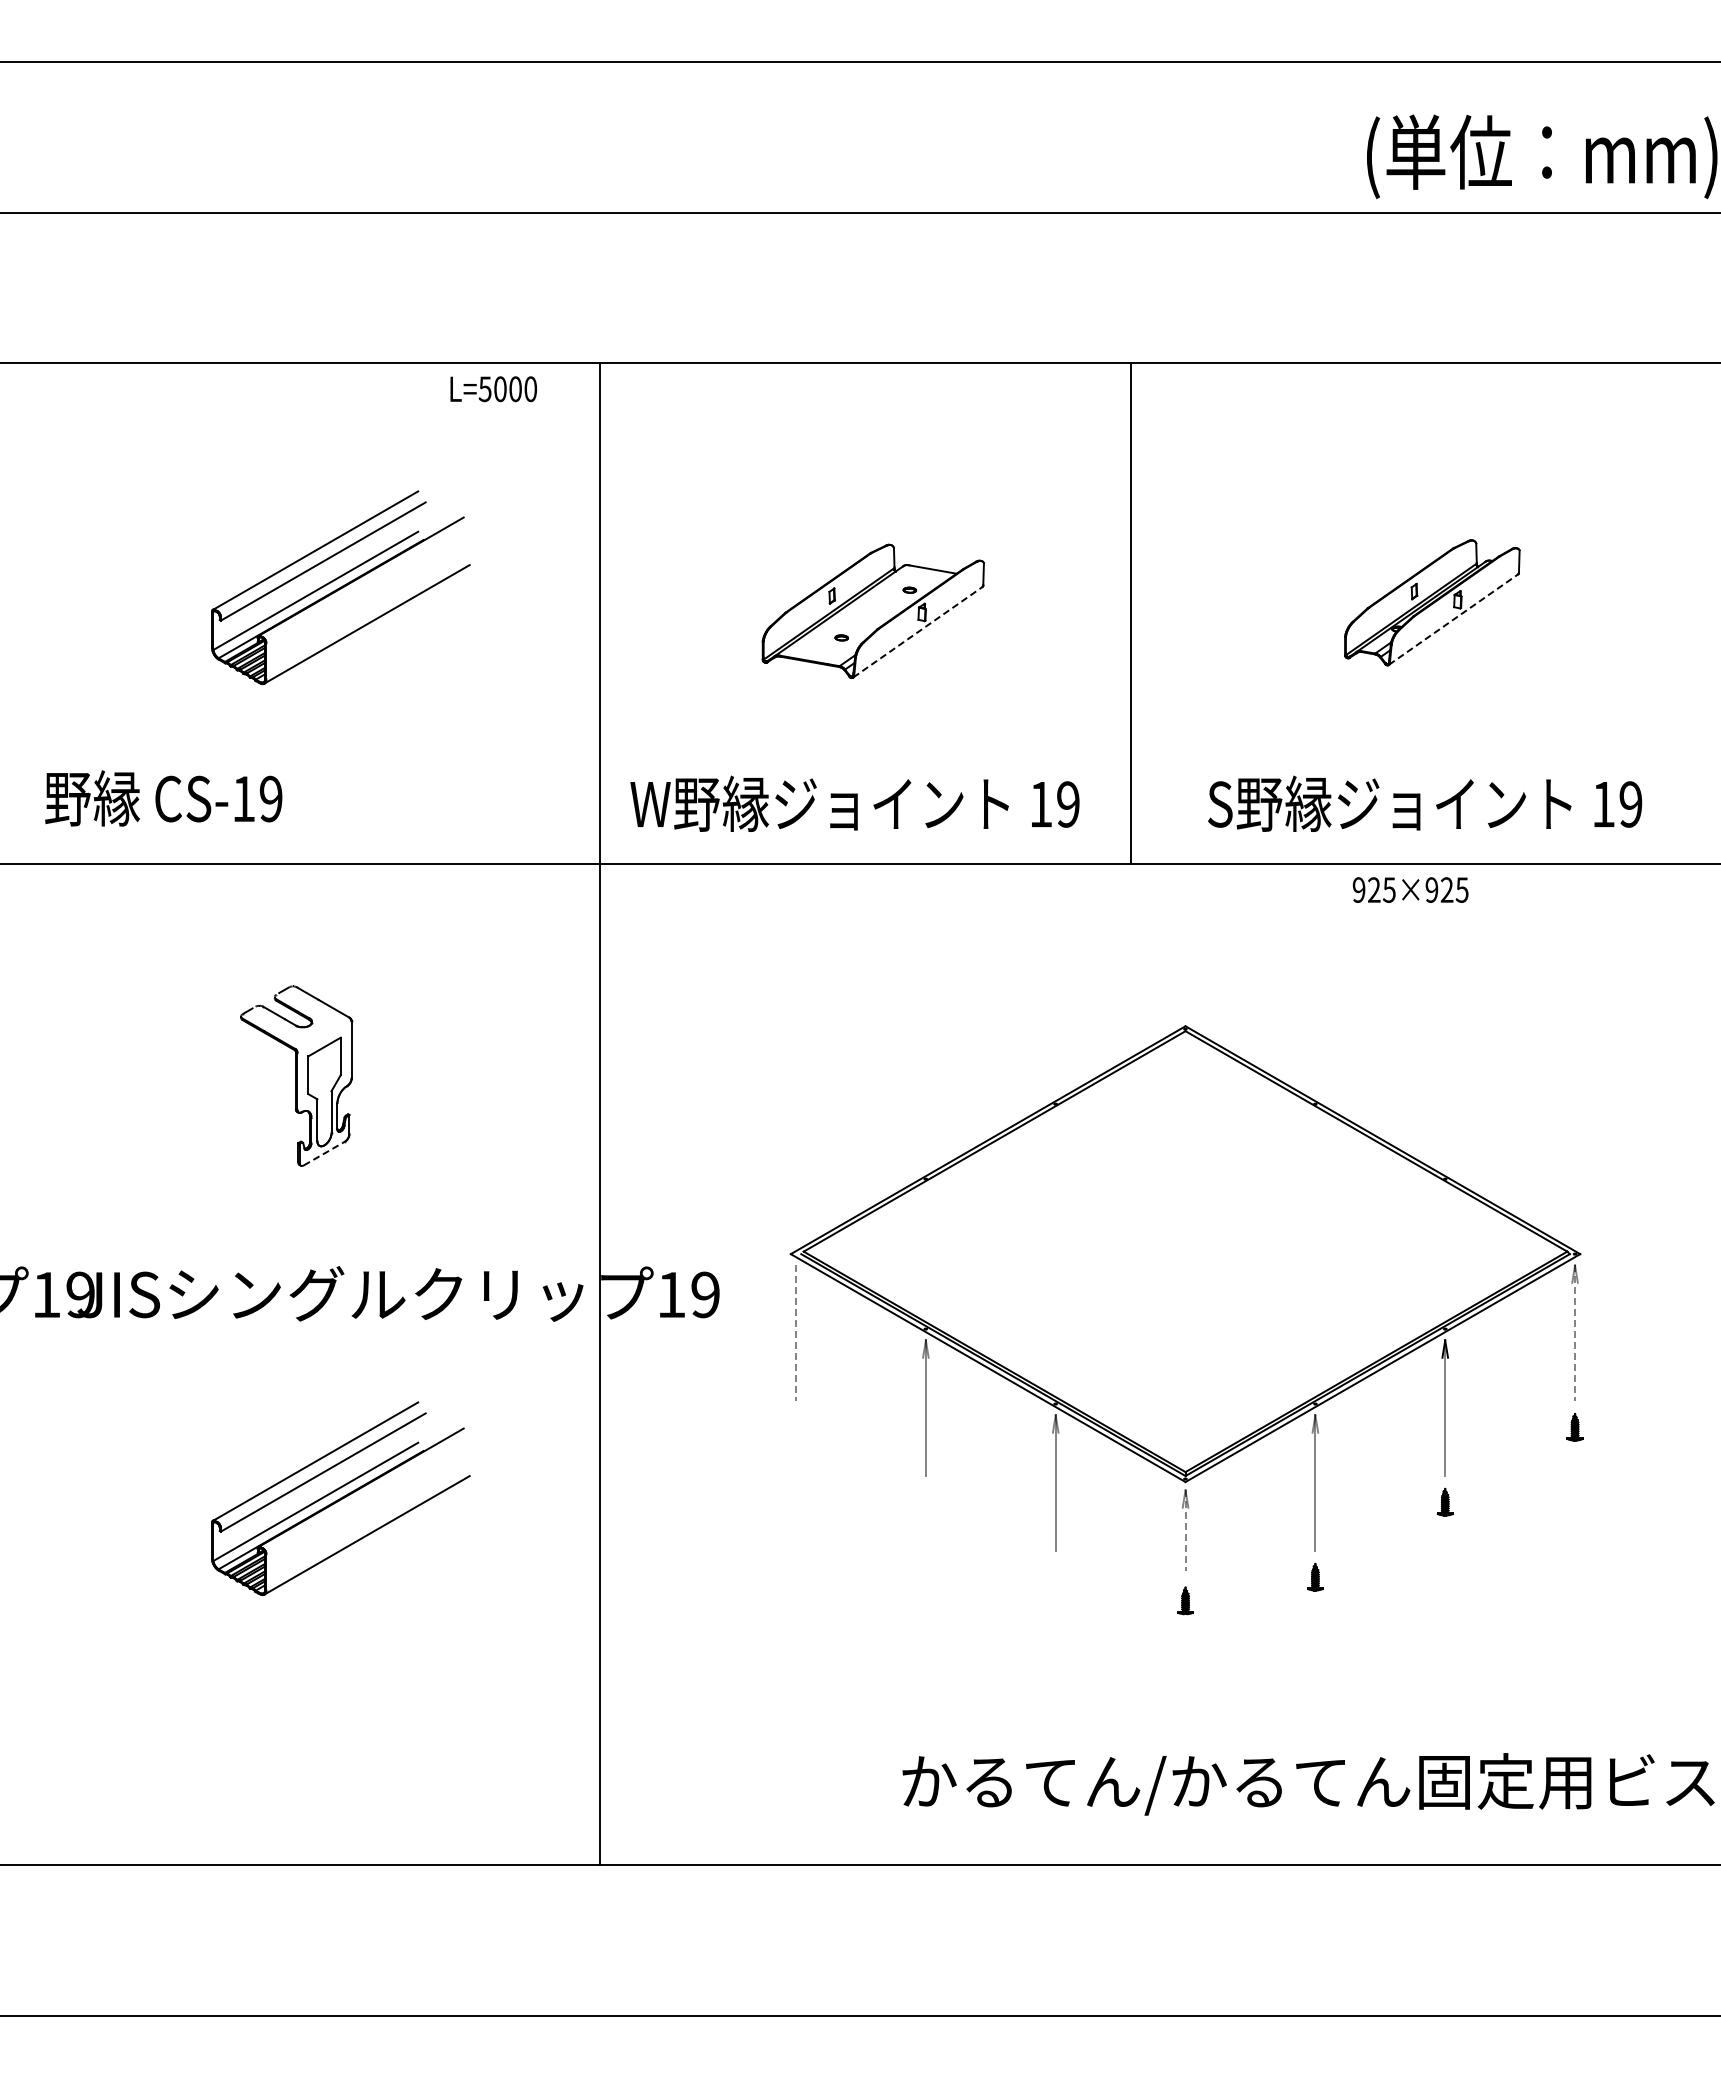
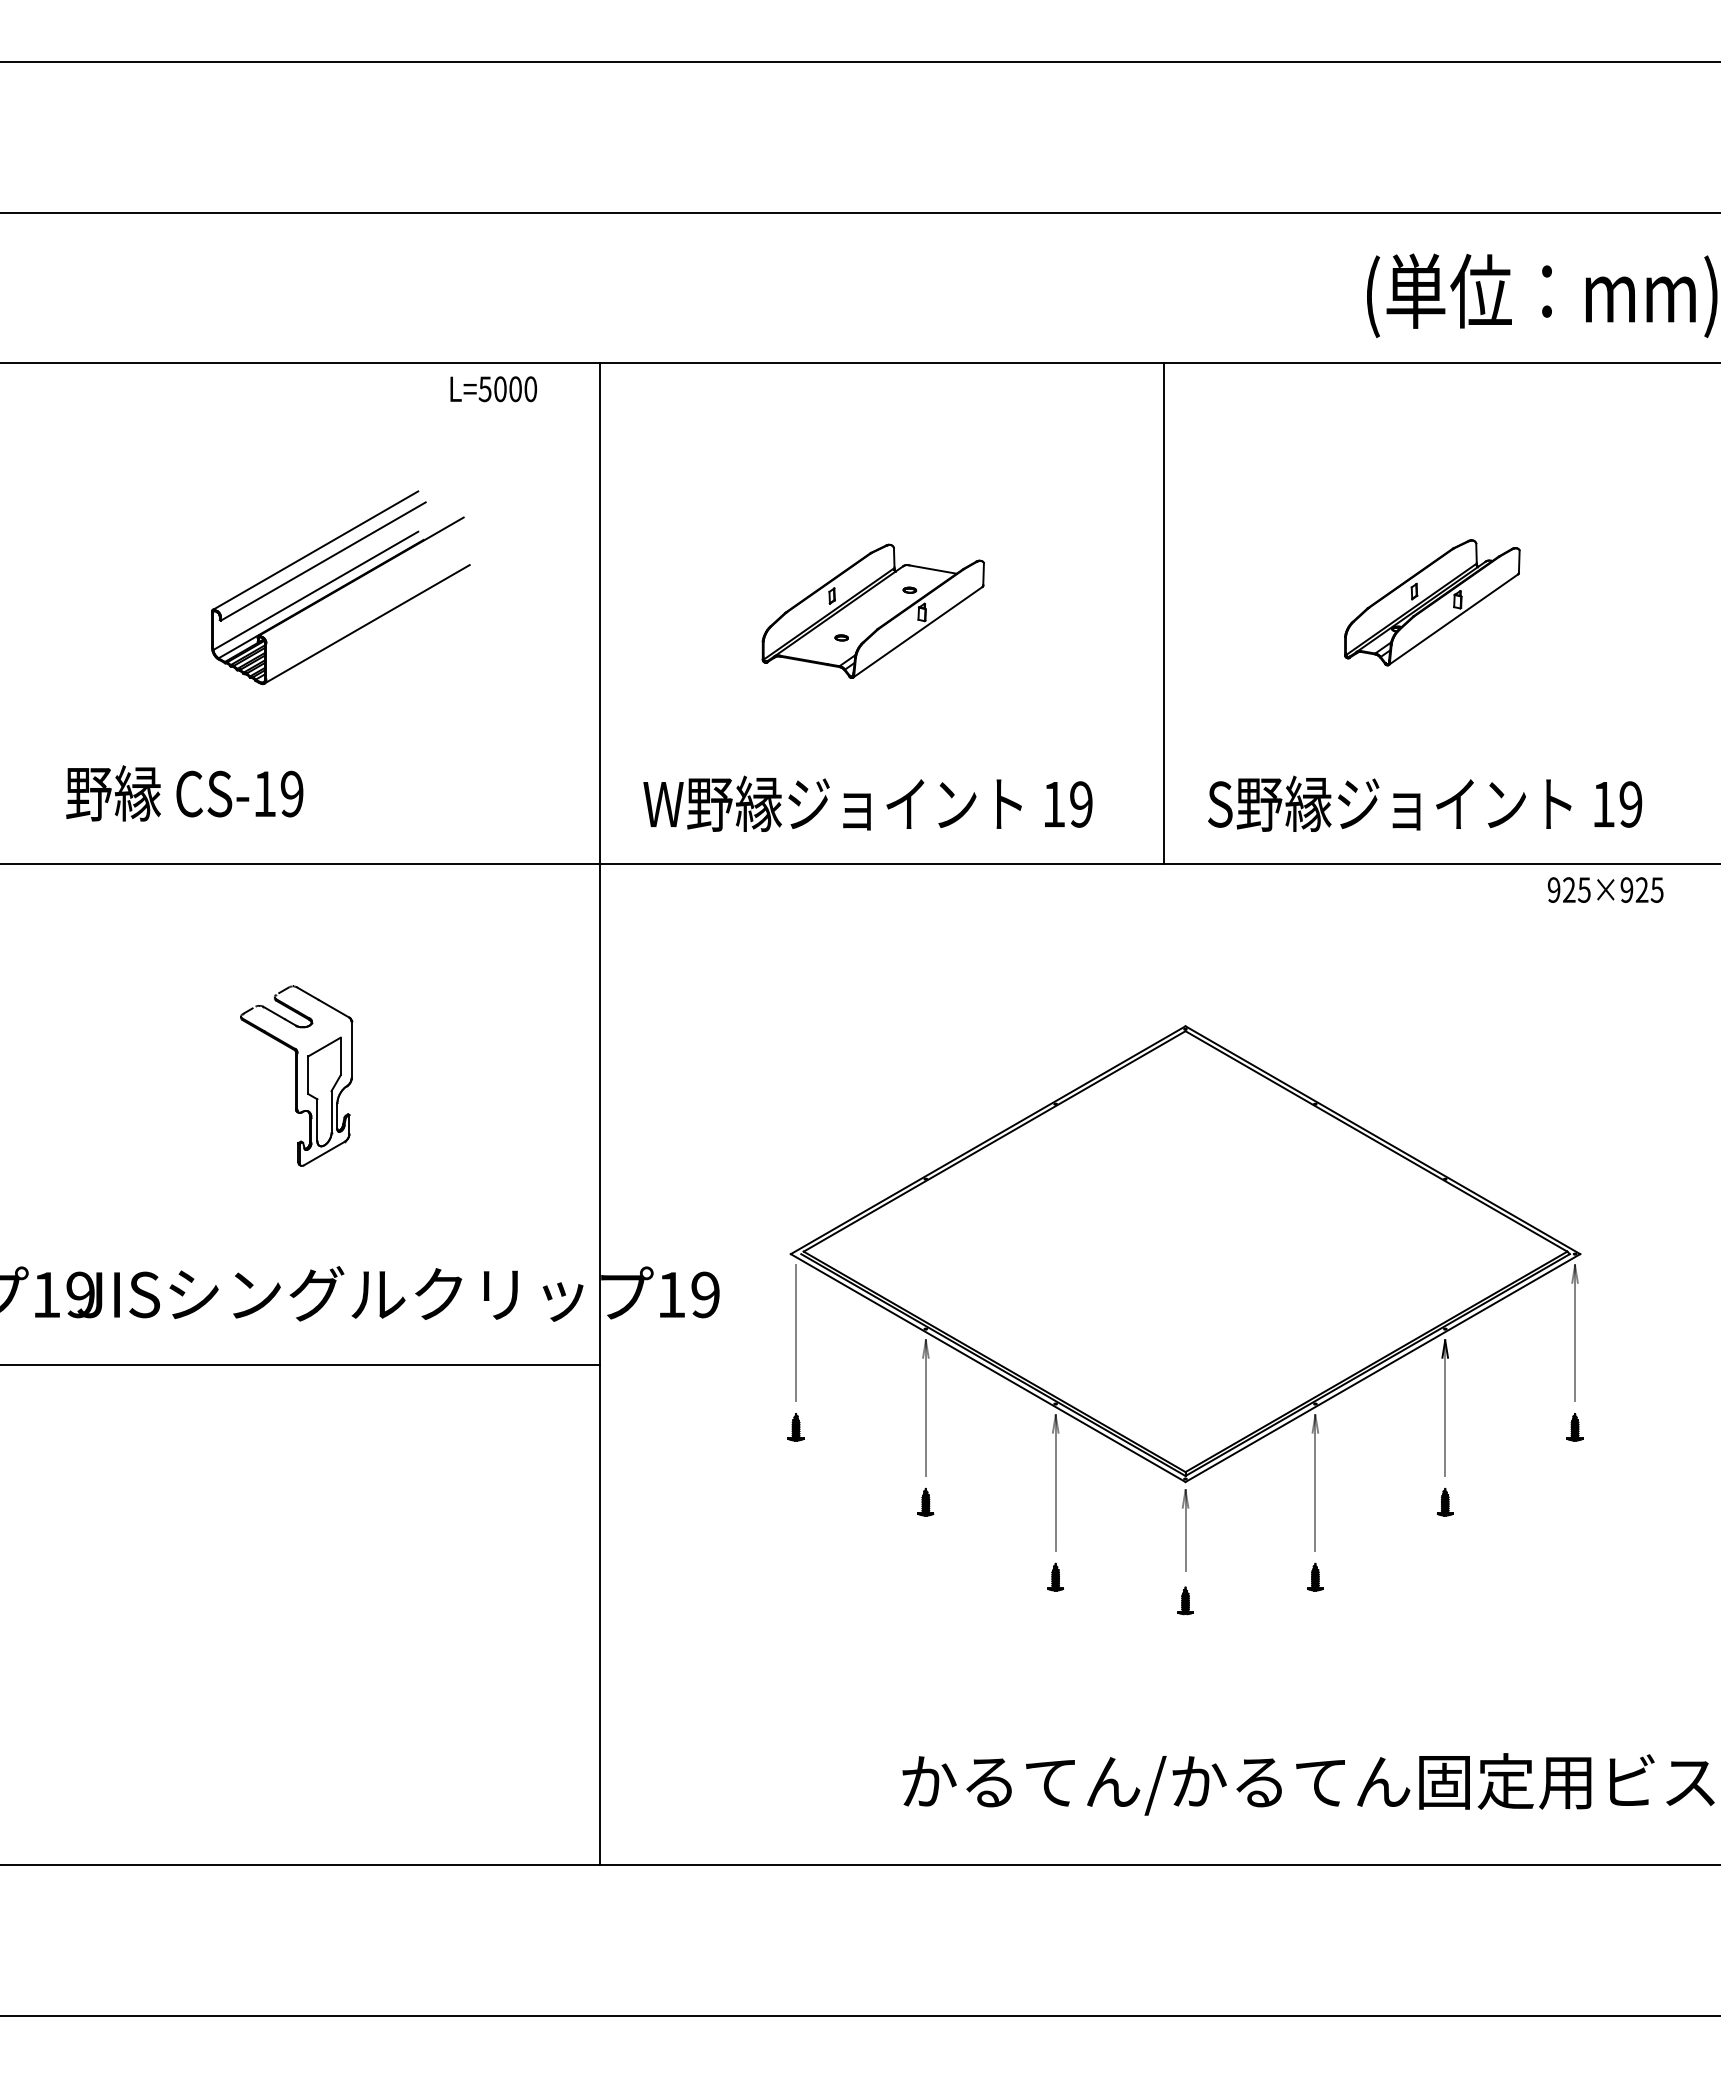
text at (1542, 156) position: (1542, 156) -> (1542, 295)
line at (1130, 612) position: (1130, 612) -> (1163, 612)
line at (1453, 619): dashed -> solid
line at (917, 632): dashed -> solid
text at (163, 798) position: (163, 798) -> (184, 793)
text at (854, 803) position: (854, 803) -> (867, 803)
text at (1410, 889) position: (1410, 889) -> (1605, 889)
line at (324, 1153): dashed -> solid
line at (796, 1333): dashed -> solid
line at (1575, 1333): dashed -> solid
line at (301, 1364): none -> present
part at (795, 1427): none -> present
part at (340, 1498): present -> none
part at (925, 1502): none -> present
line at (1185, 1530): dashed -> solid
part at (1055, 1576): none -> present
